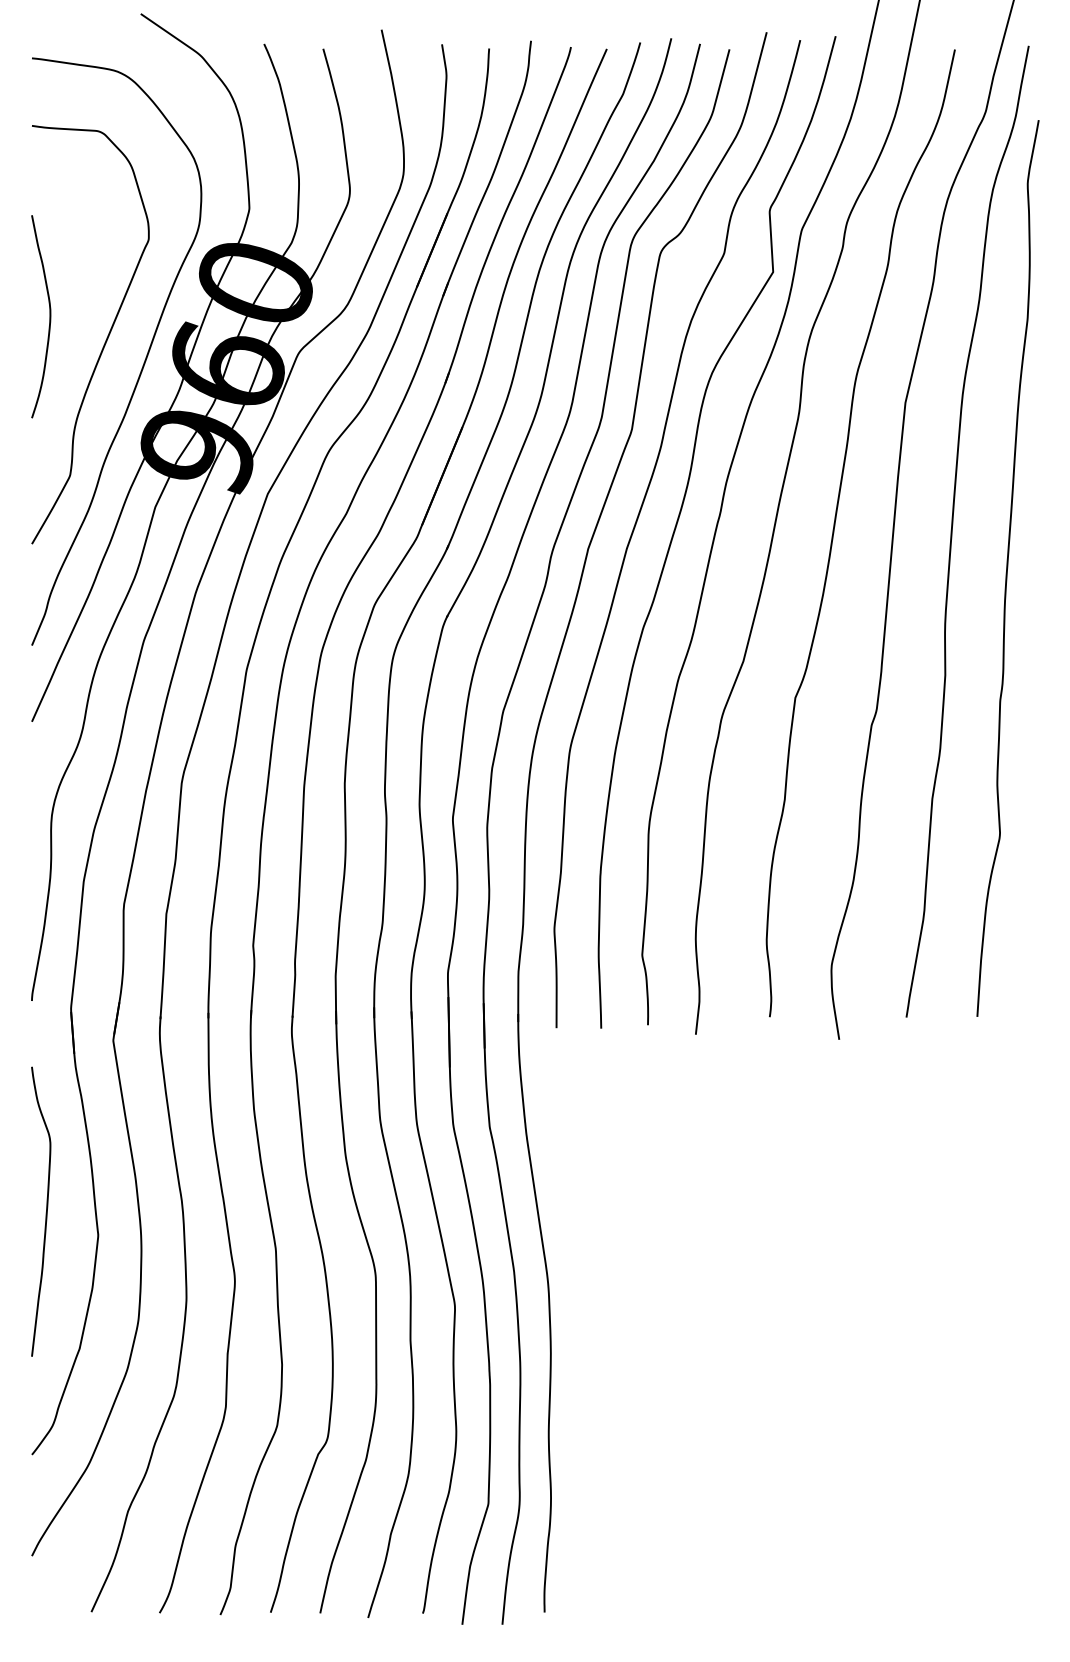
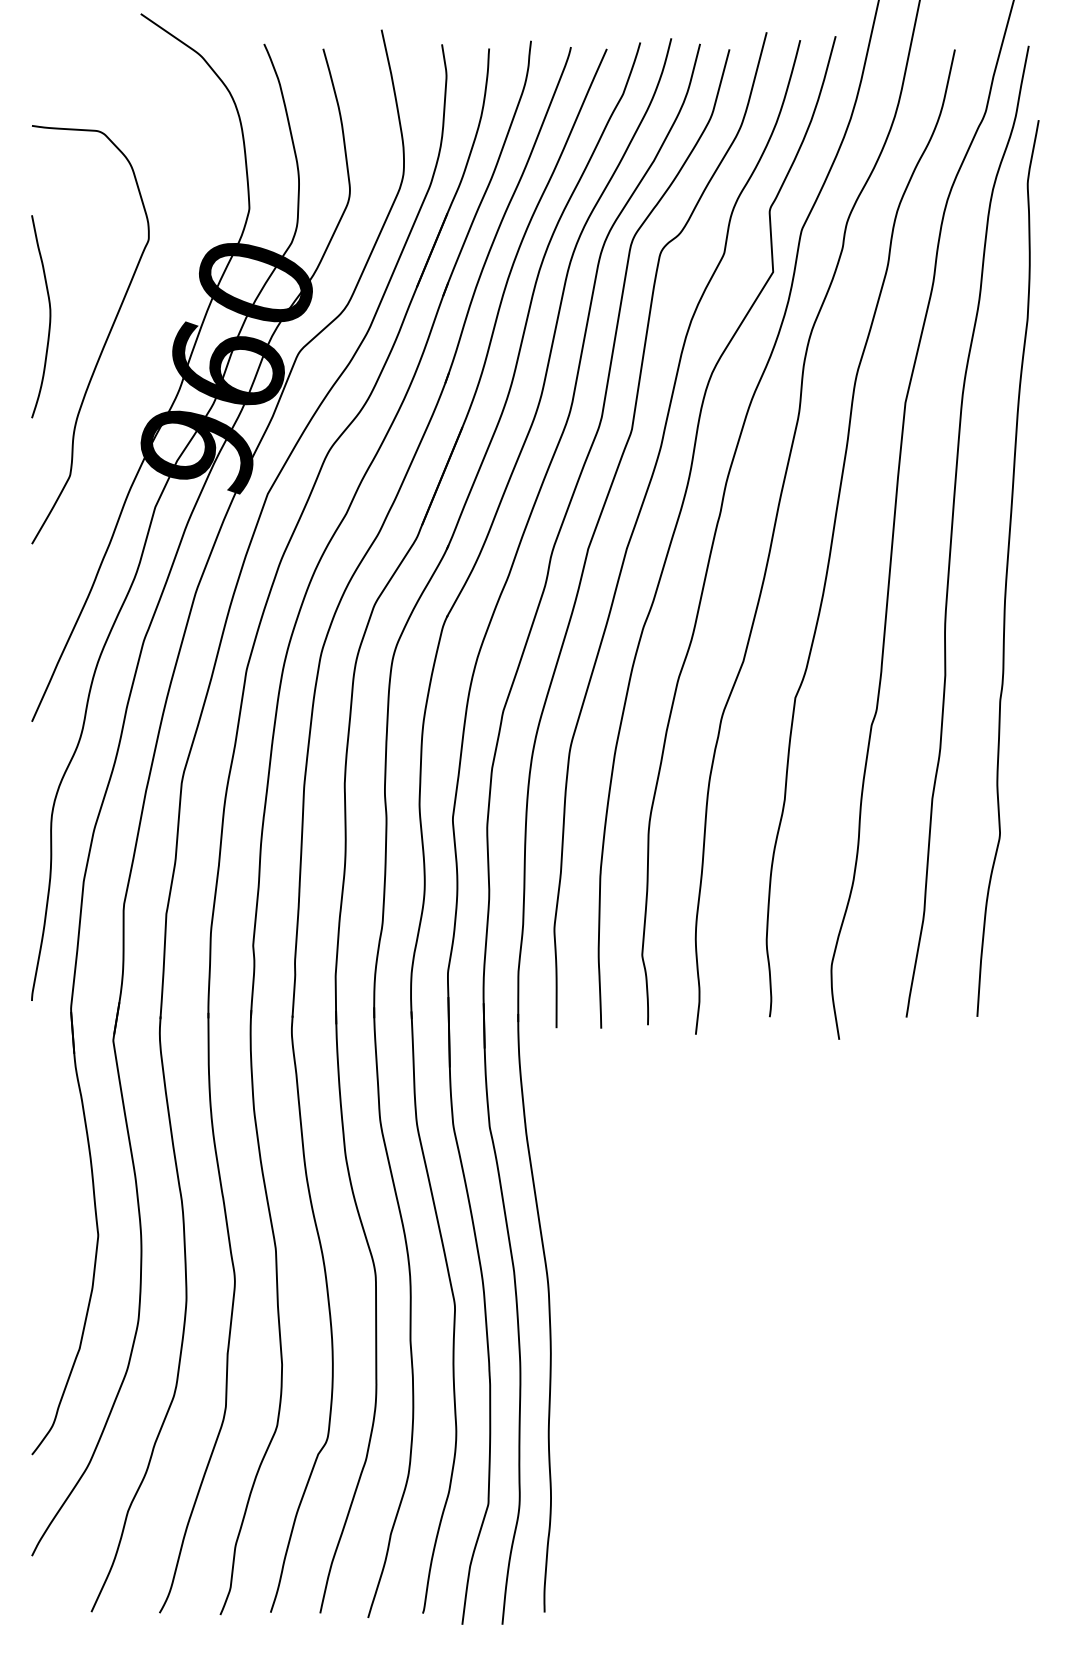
curve at (143, 362): present -> none
curve at (45, 1212): present -> none
